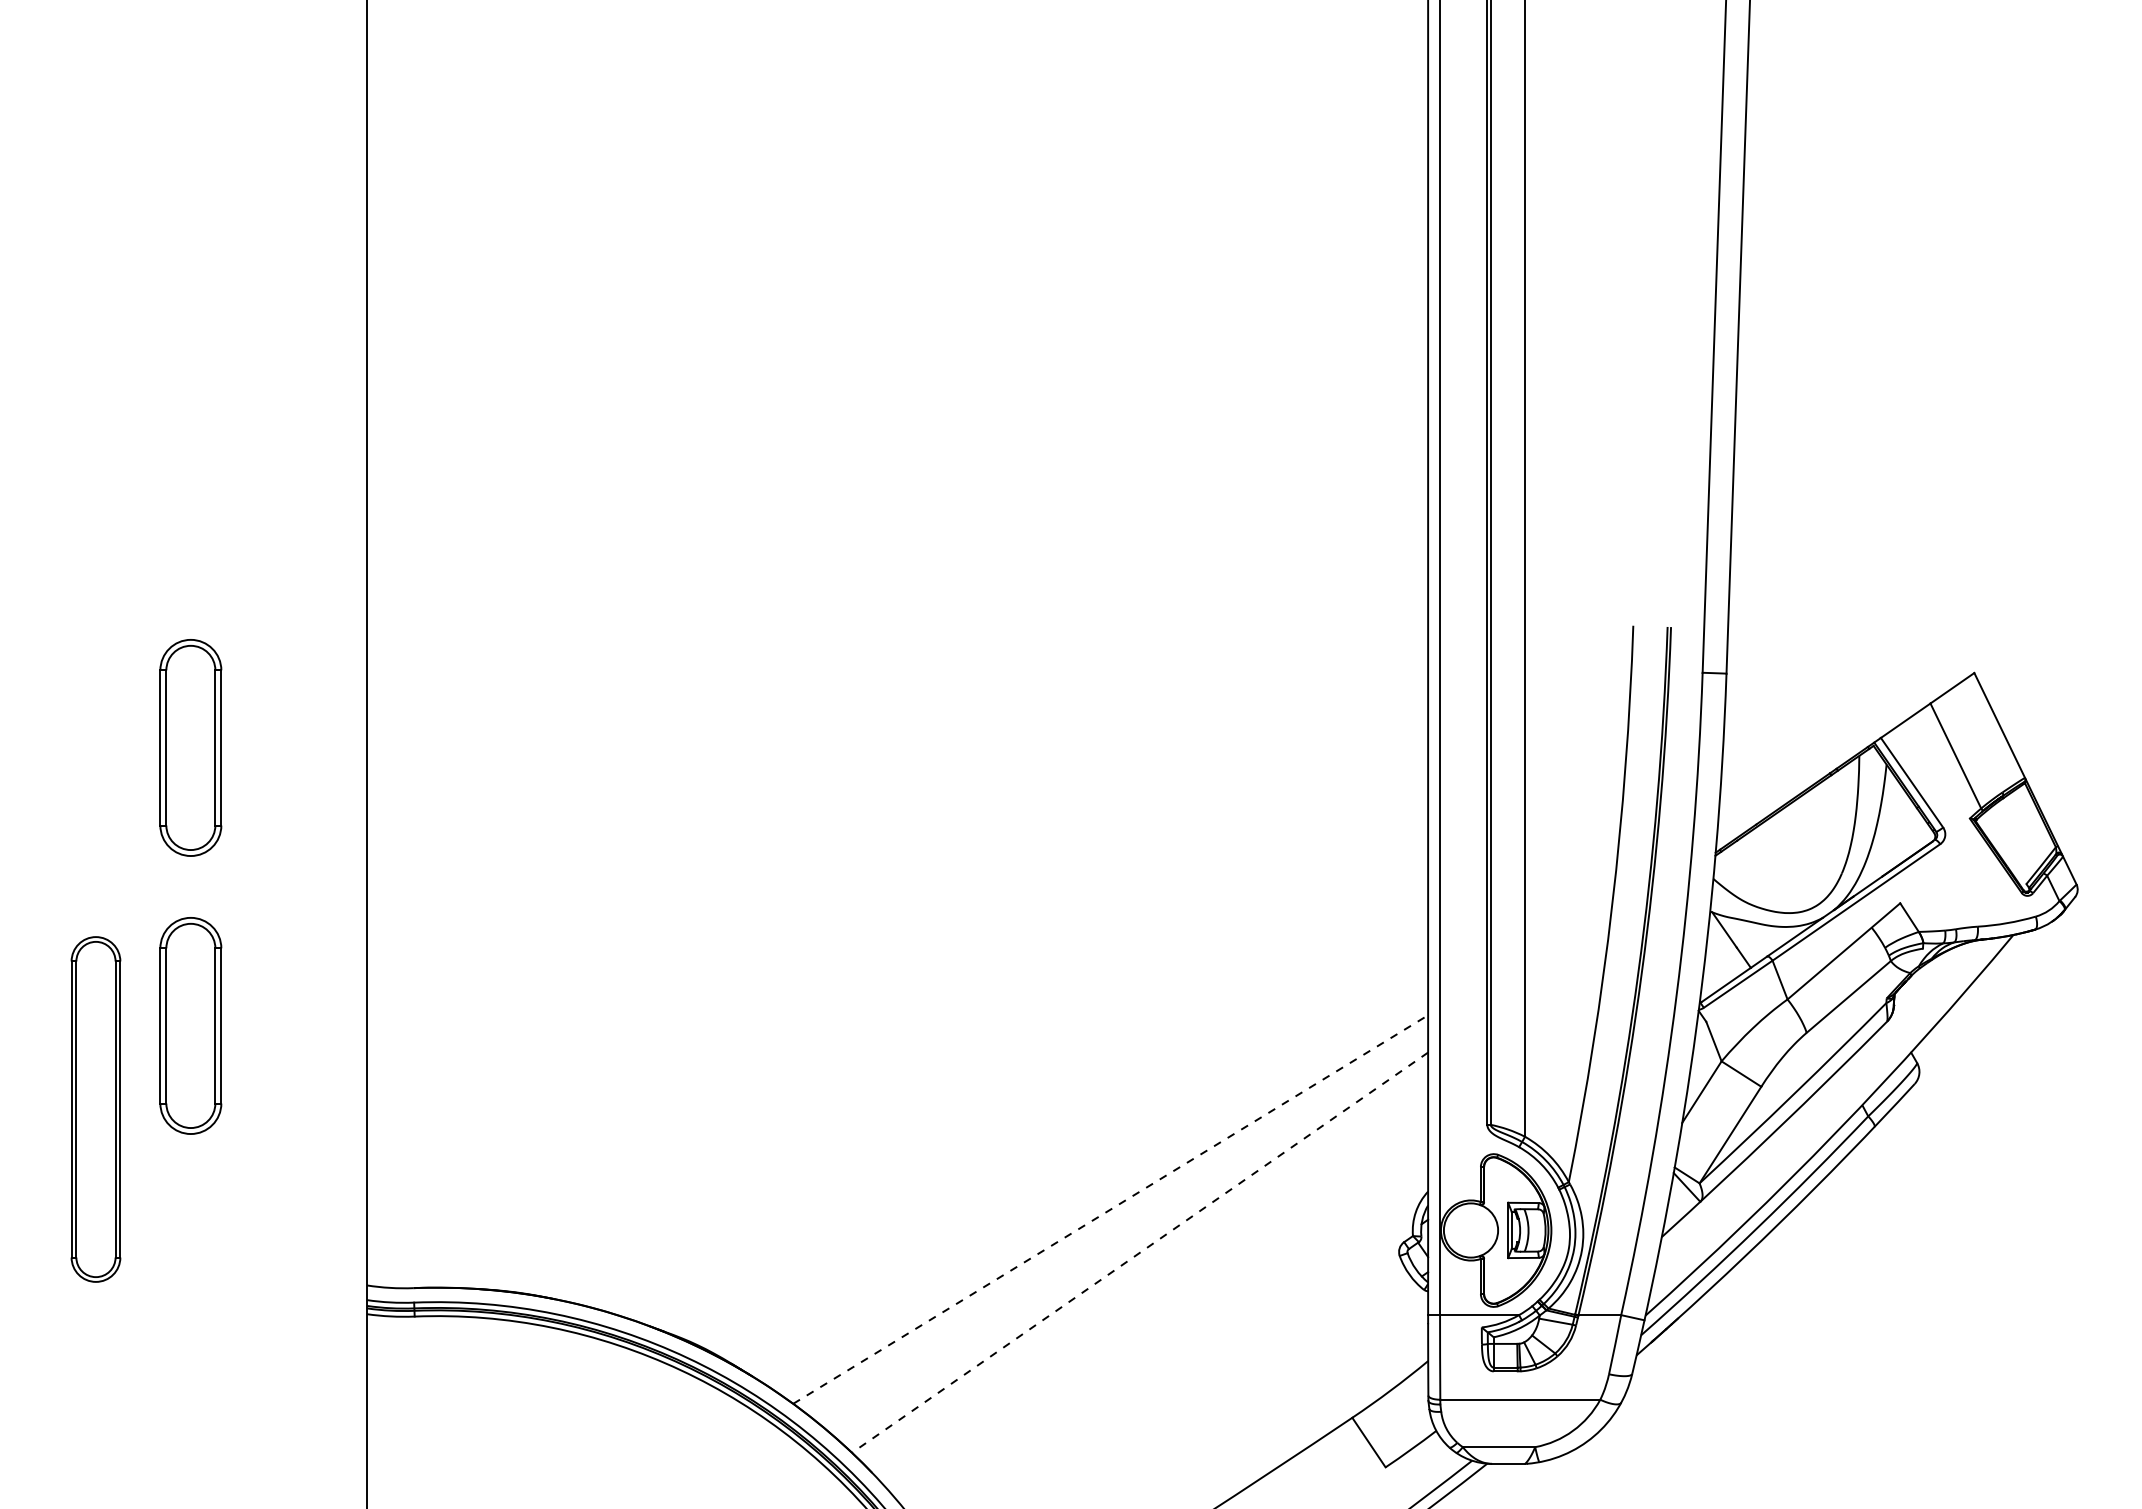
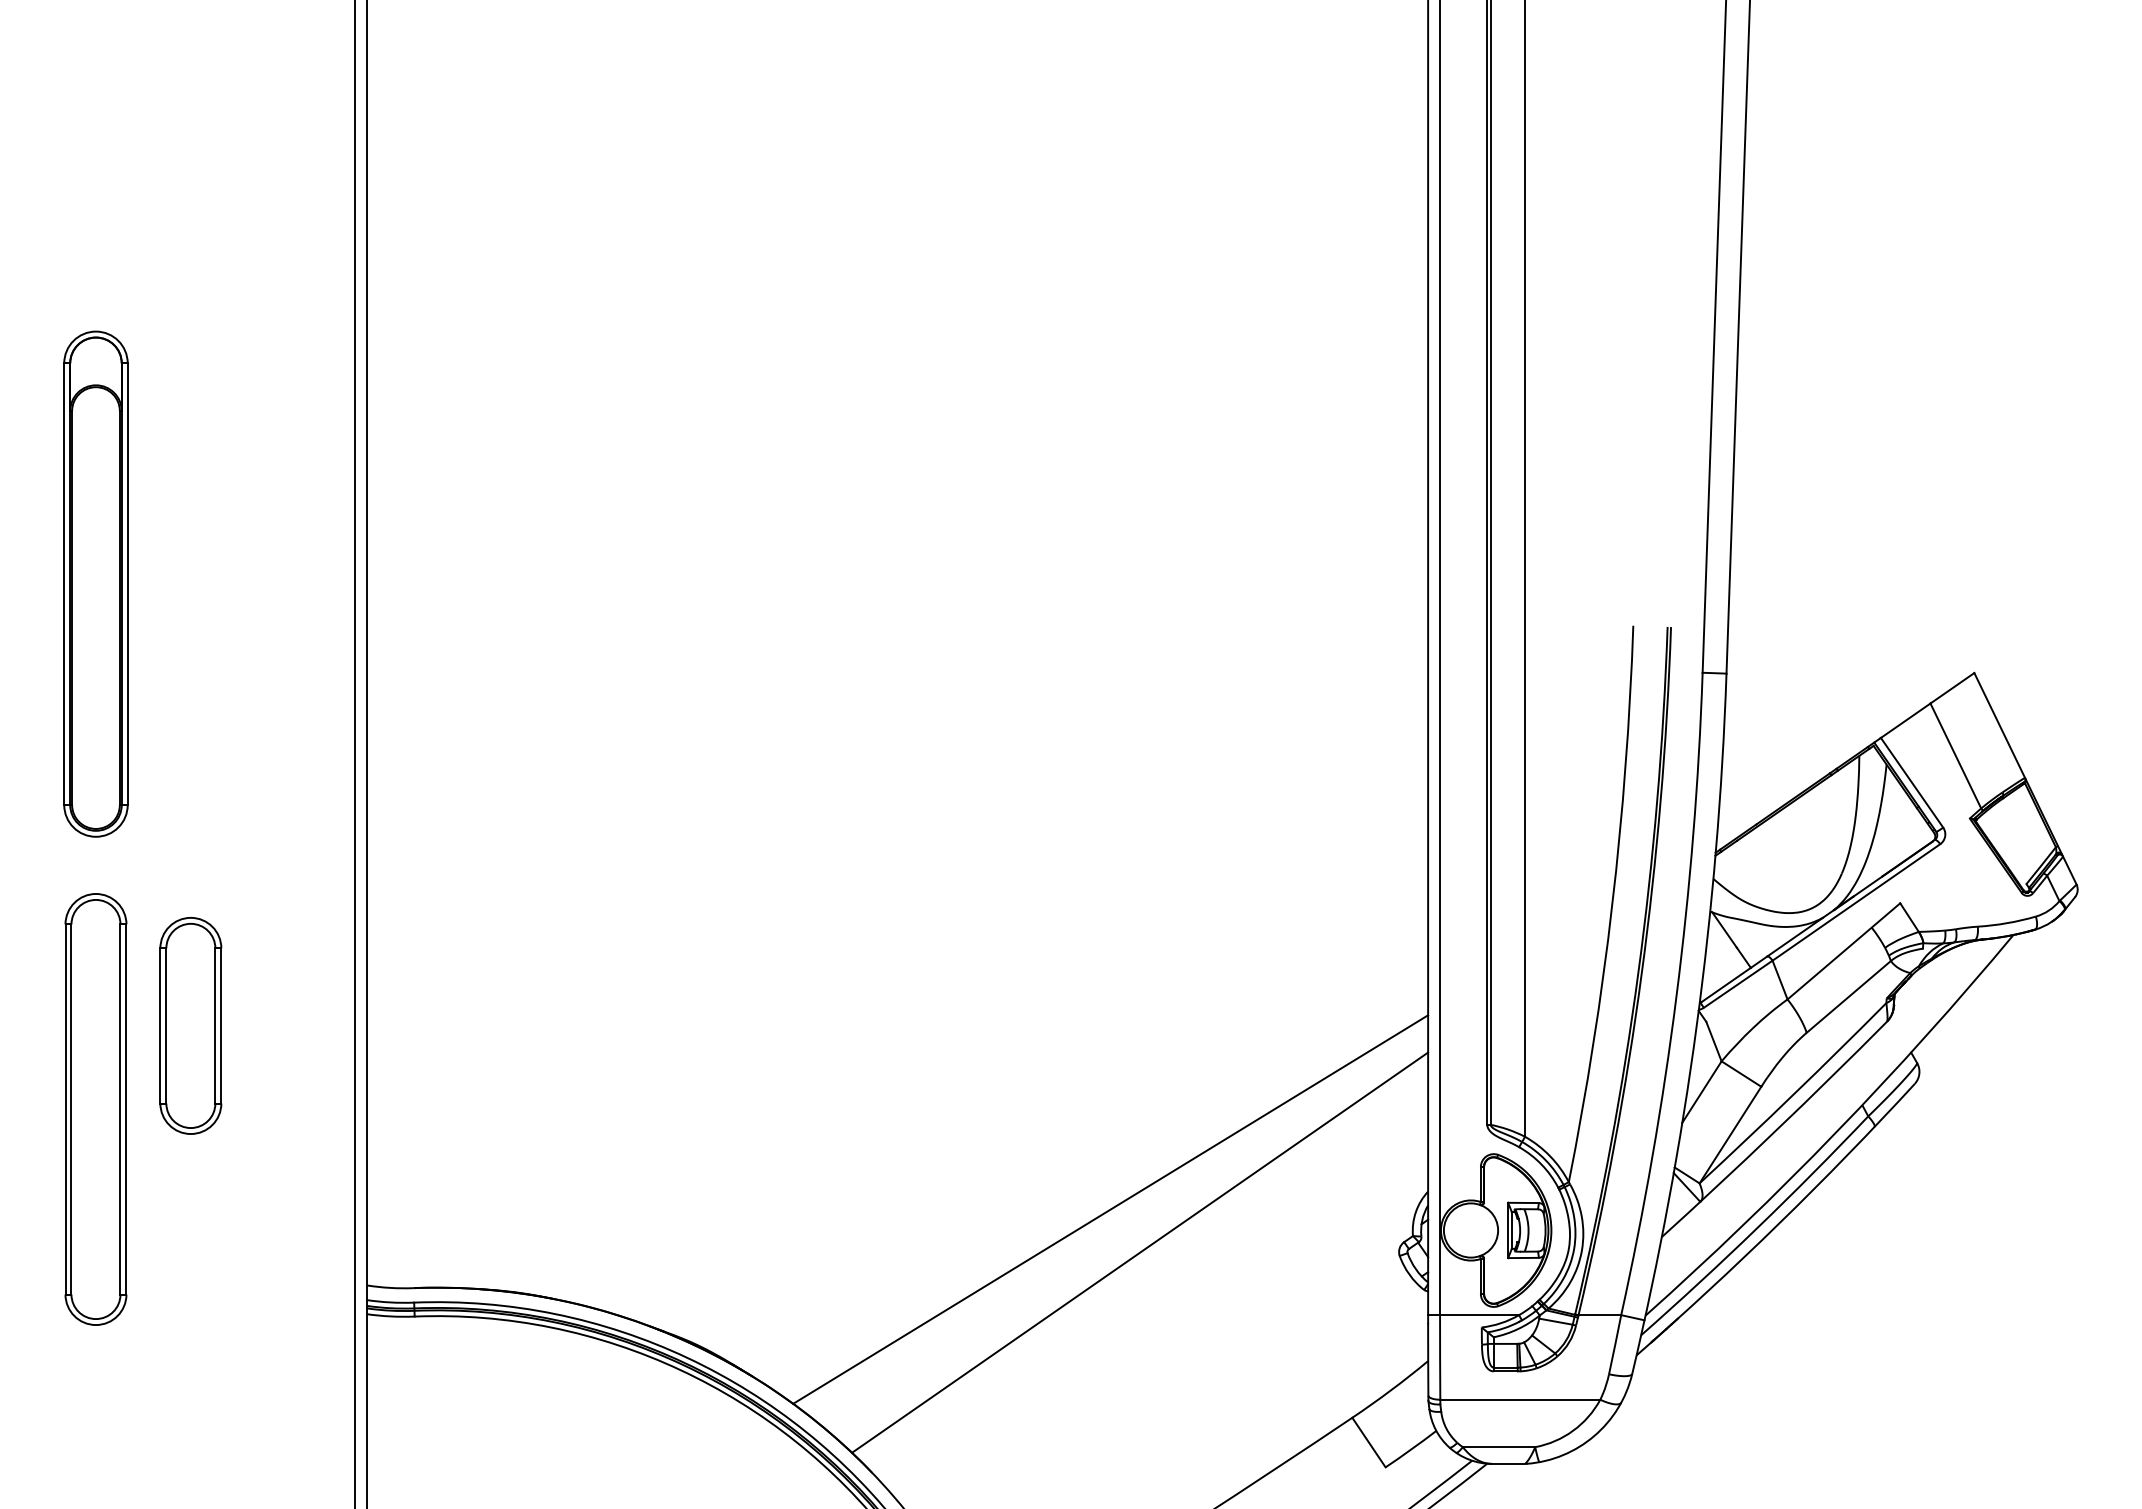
part at (95, 583): none -> present
part at (190, 747): present -> none
line at (355, 753): none -> present
part at (95, 1109) size: 52x347 px -> 64x433 px
line at (1111, 1209): dashed -> solid
line at (1140, 1252): dashed -> solid
